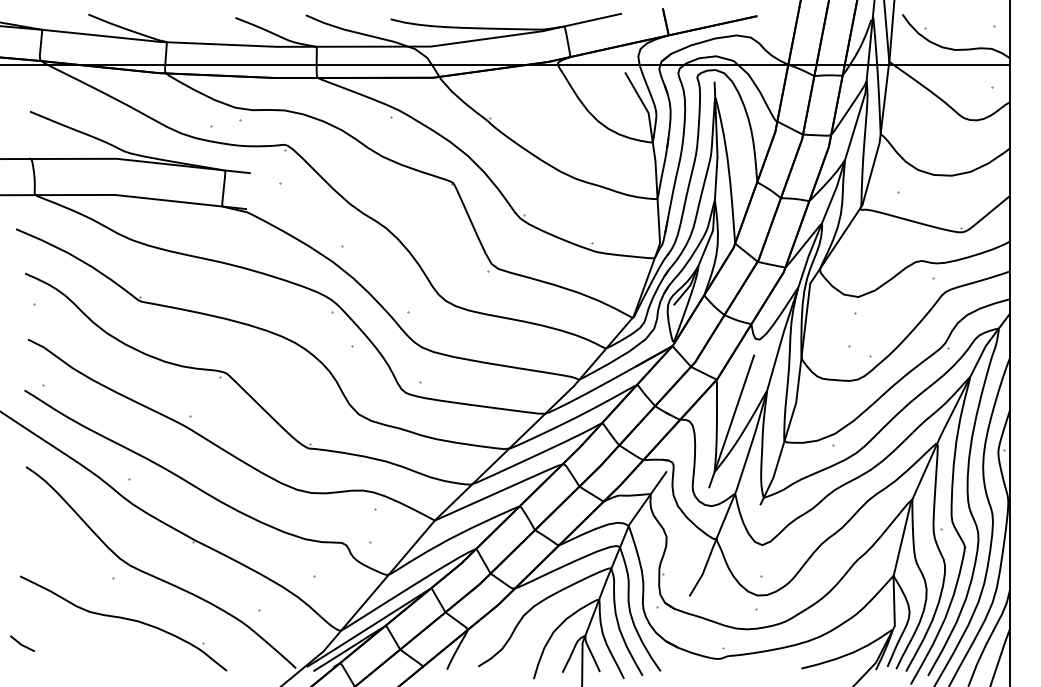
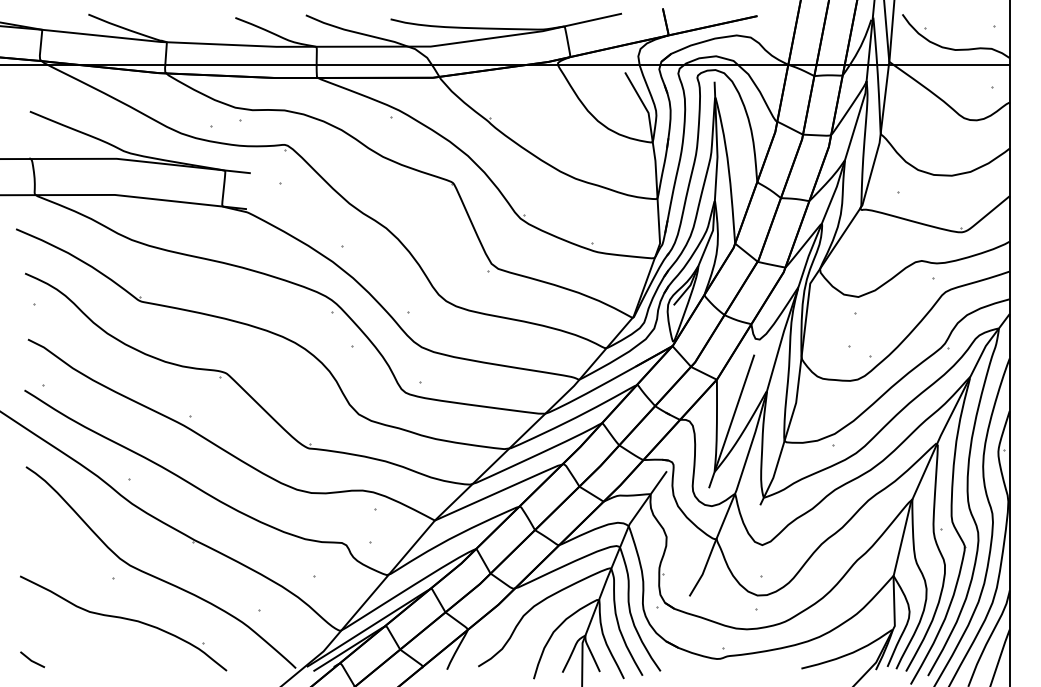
line at (21, 643) position: (21, 643) -> (31, 659)
